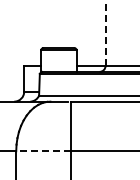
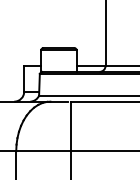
line at (105, 33): dashed -> solid
line at (43, 151): dashed -> solid
